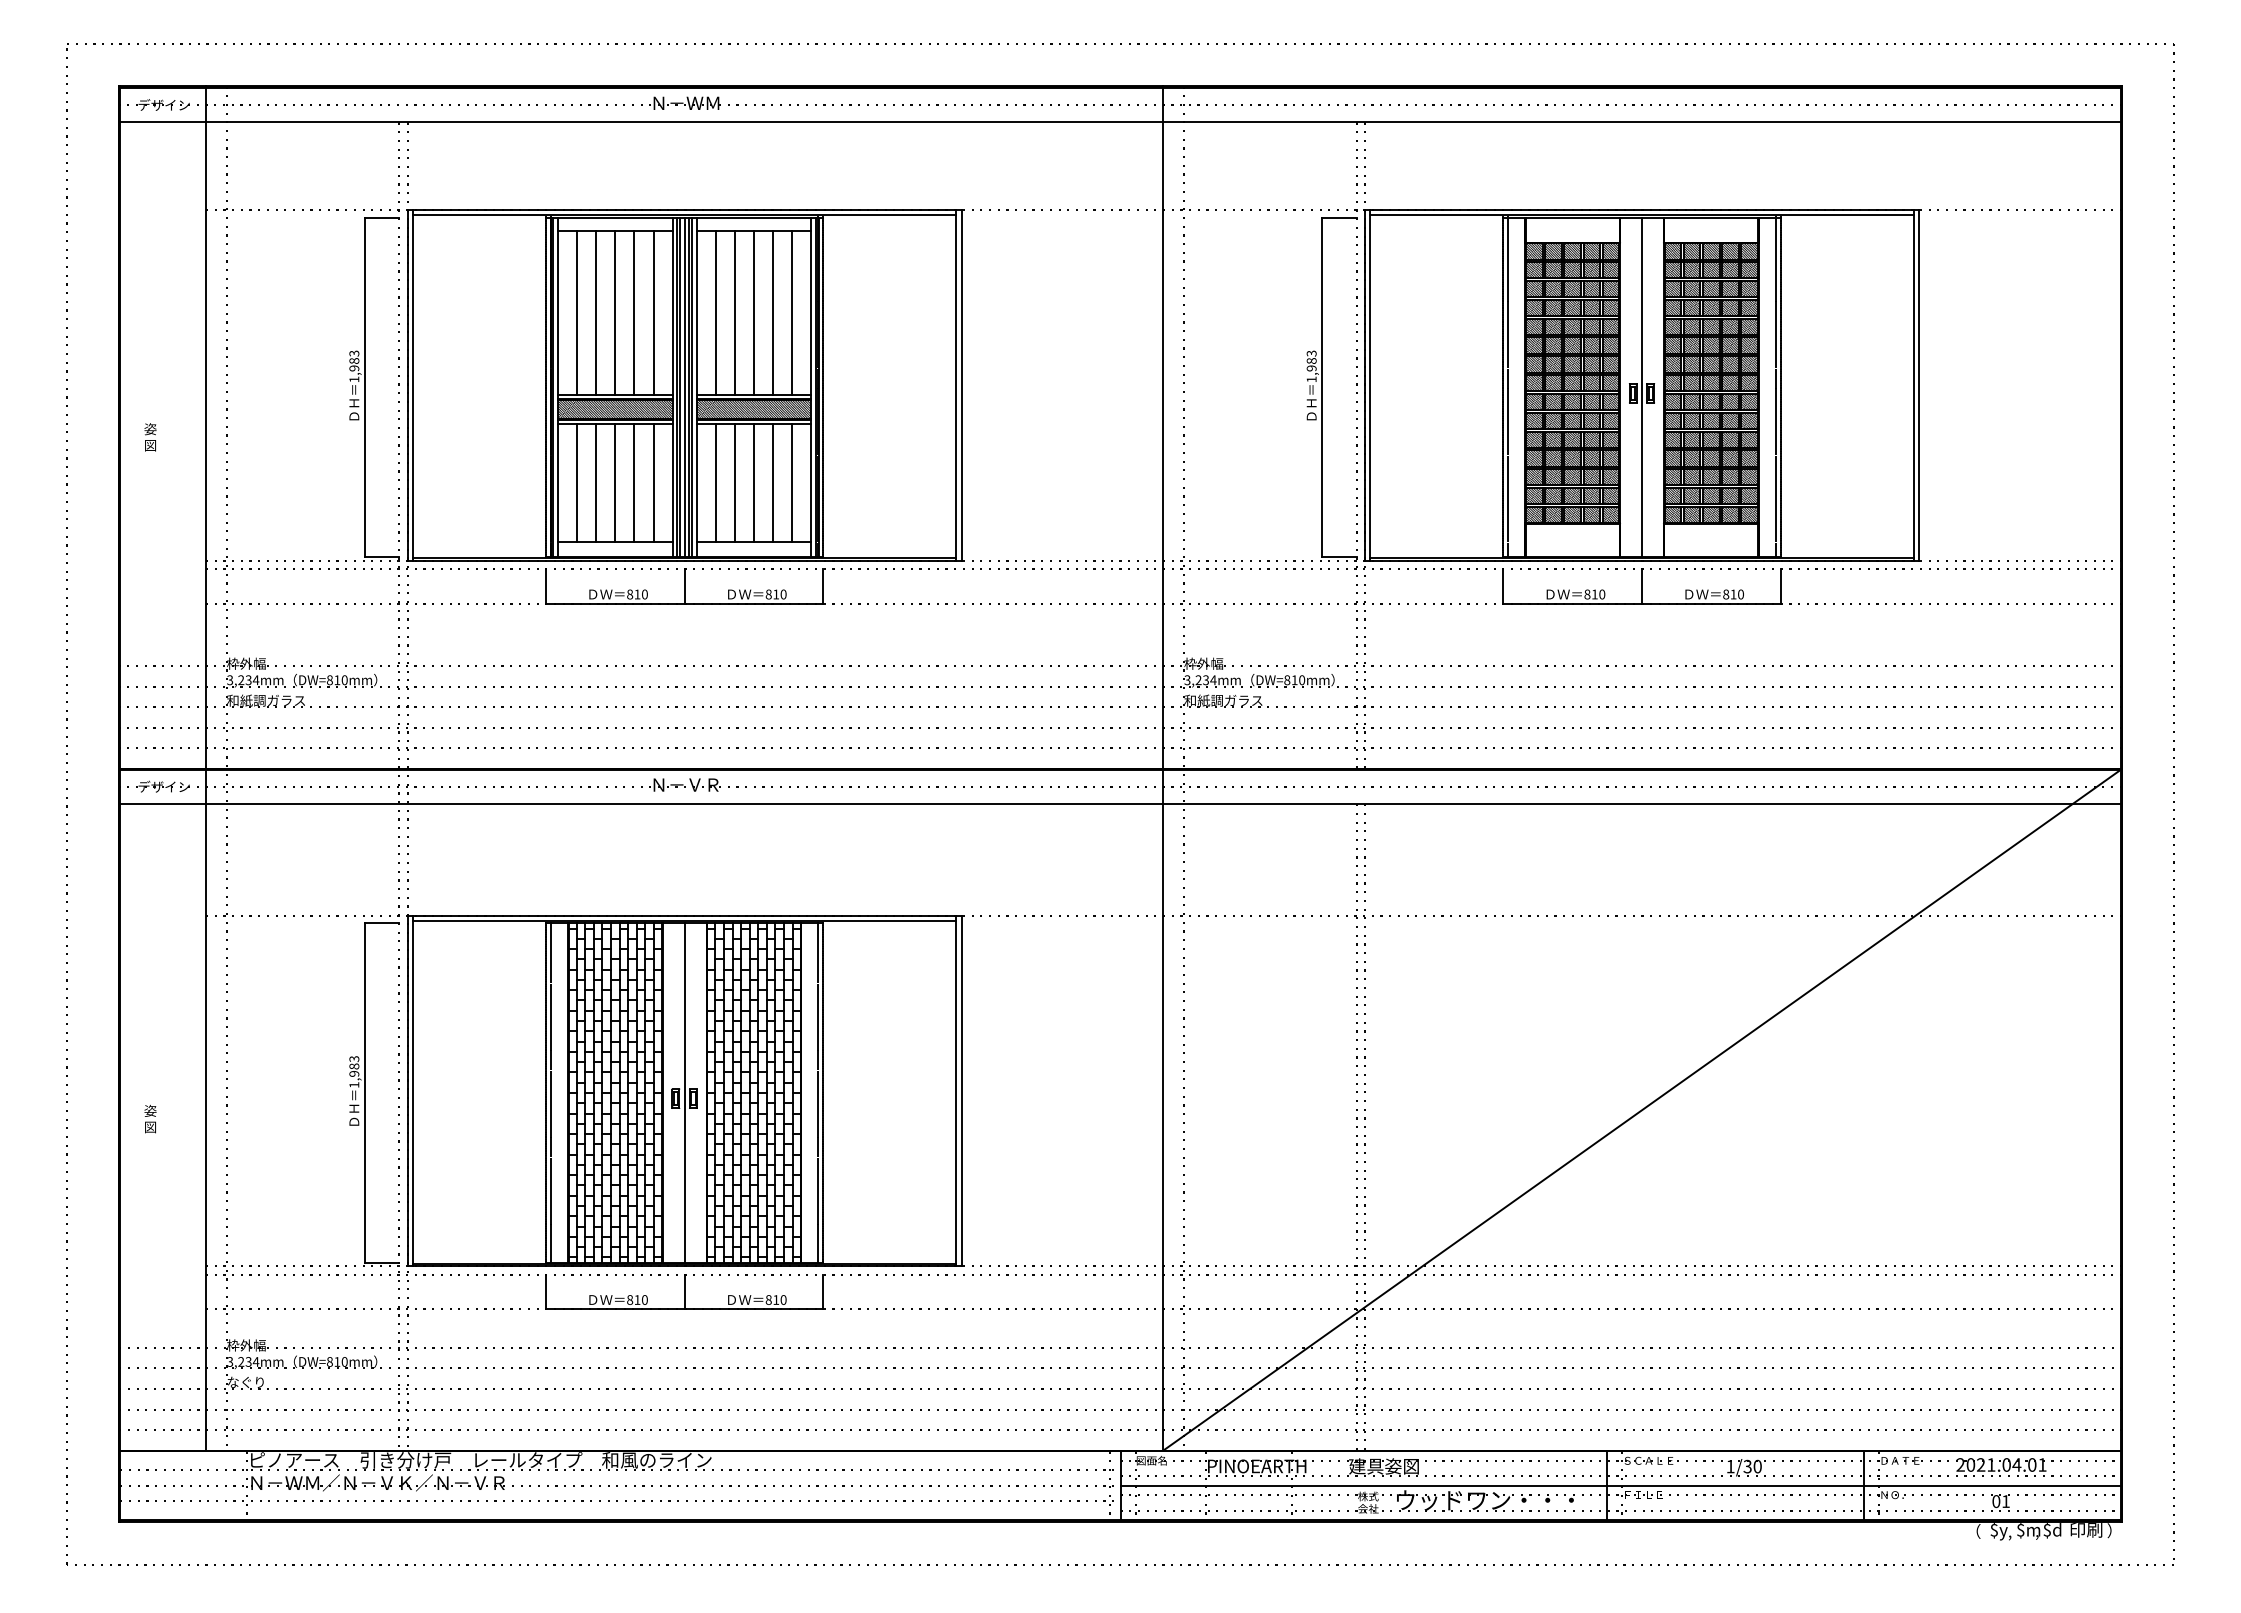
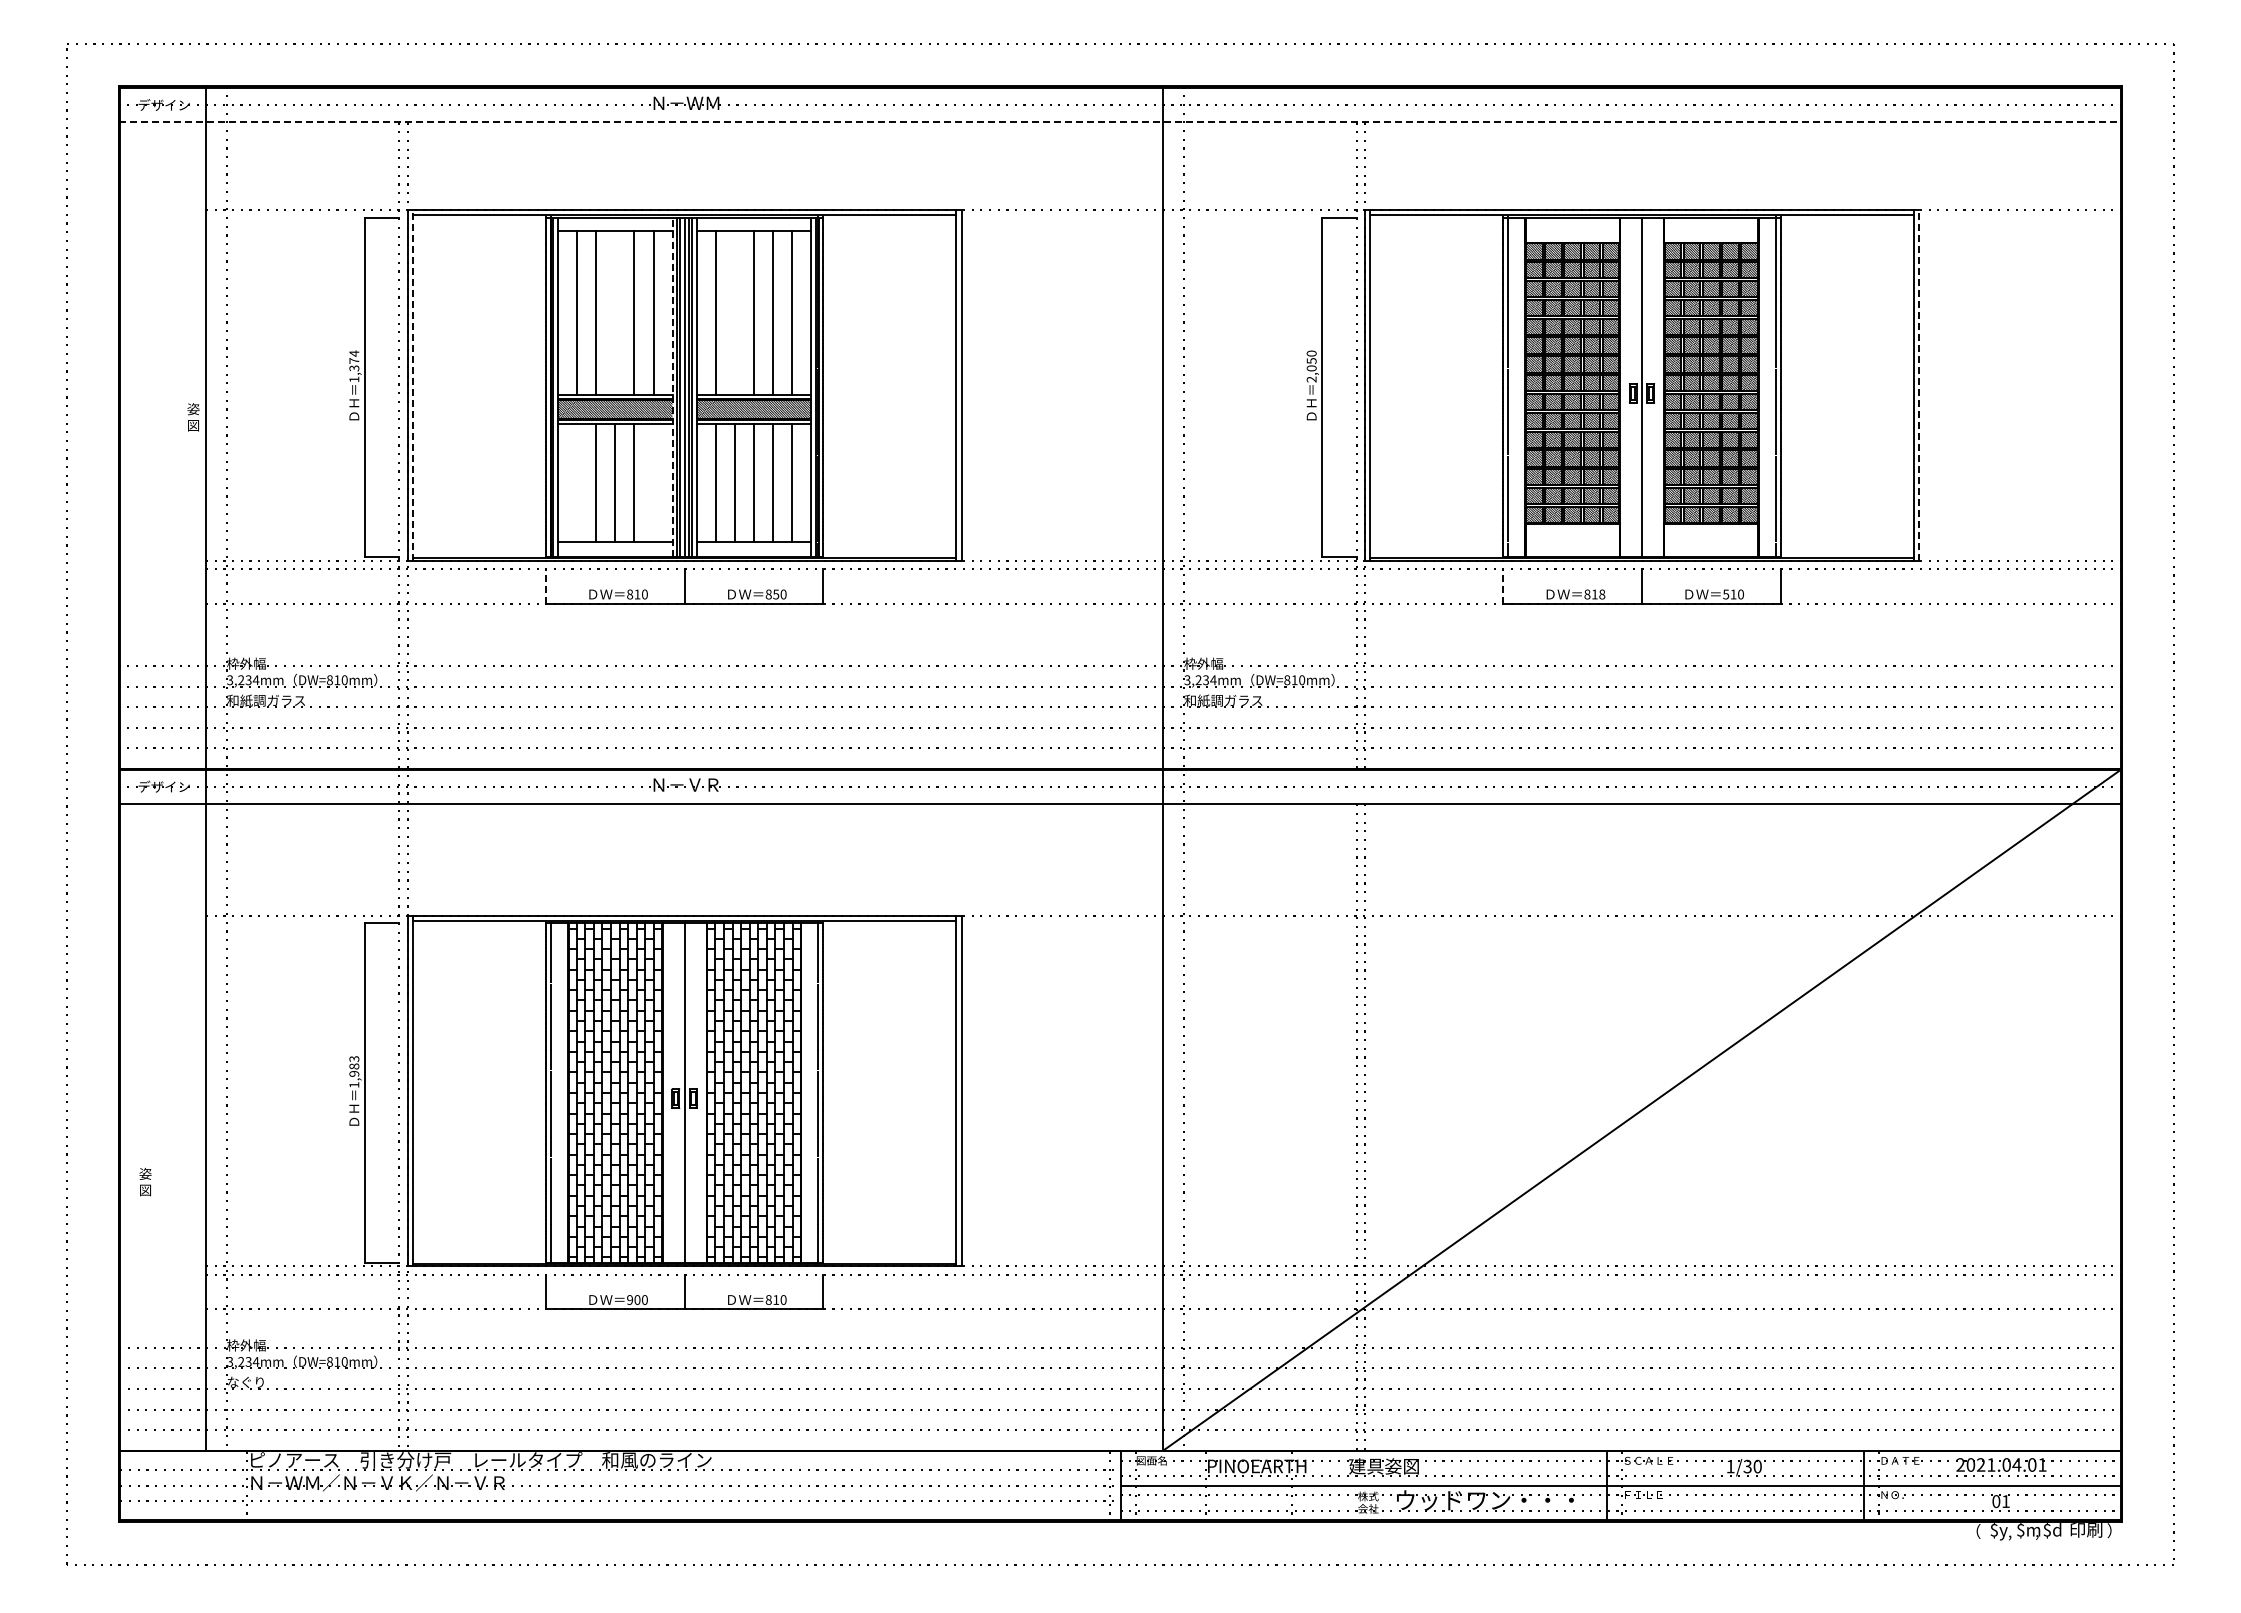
line at (1120, 122): solid -> dashed
line at (615, 312): present -> none
line at (734, 312): present -> none
text at (354, 360): 1,983 -> 1,374
text at (1311, 366): 1,983 -> 2,050
line at (412, 384): solid -> dashed
line at (1918, 384): solid -> dashed
line at (672, 387): solid -> dashed
text at (150, 437) position: (150, 437) -> (193, 417)
line at (577, 482): present -> none
line at (653, 482): present -> none
line at (545, 585): solid -> dashed
line at (1503, 585): solid -> dashed
text at (776, 594): 810 -> 850
text at (1602, 594): 810 -> 818
text at (1726, 594): 810 -> 510
text at (150, 1118) position: (150, 1118) -> (145, 1181)
text at (633, 1299): 810 -> 900
